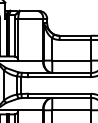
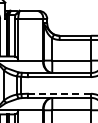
line at (59, 93): solid -> dashed
